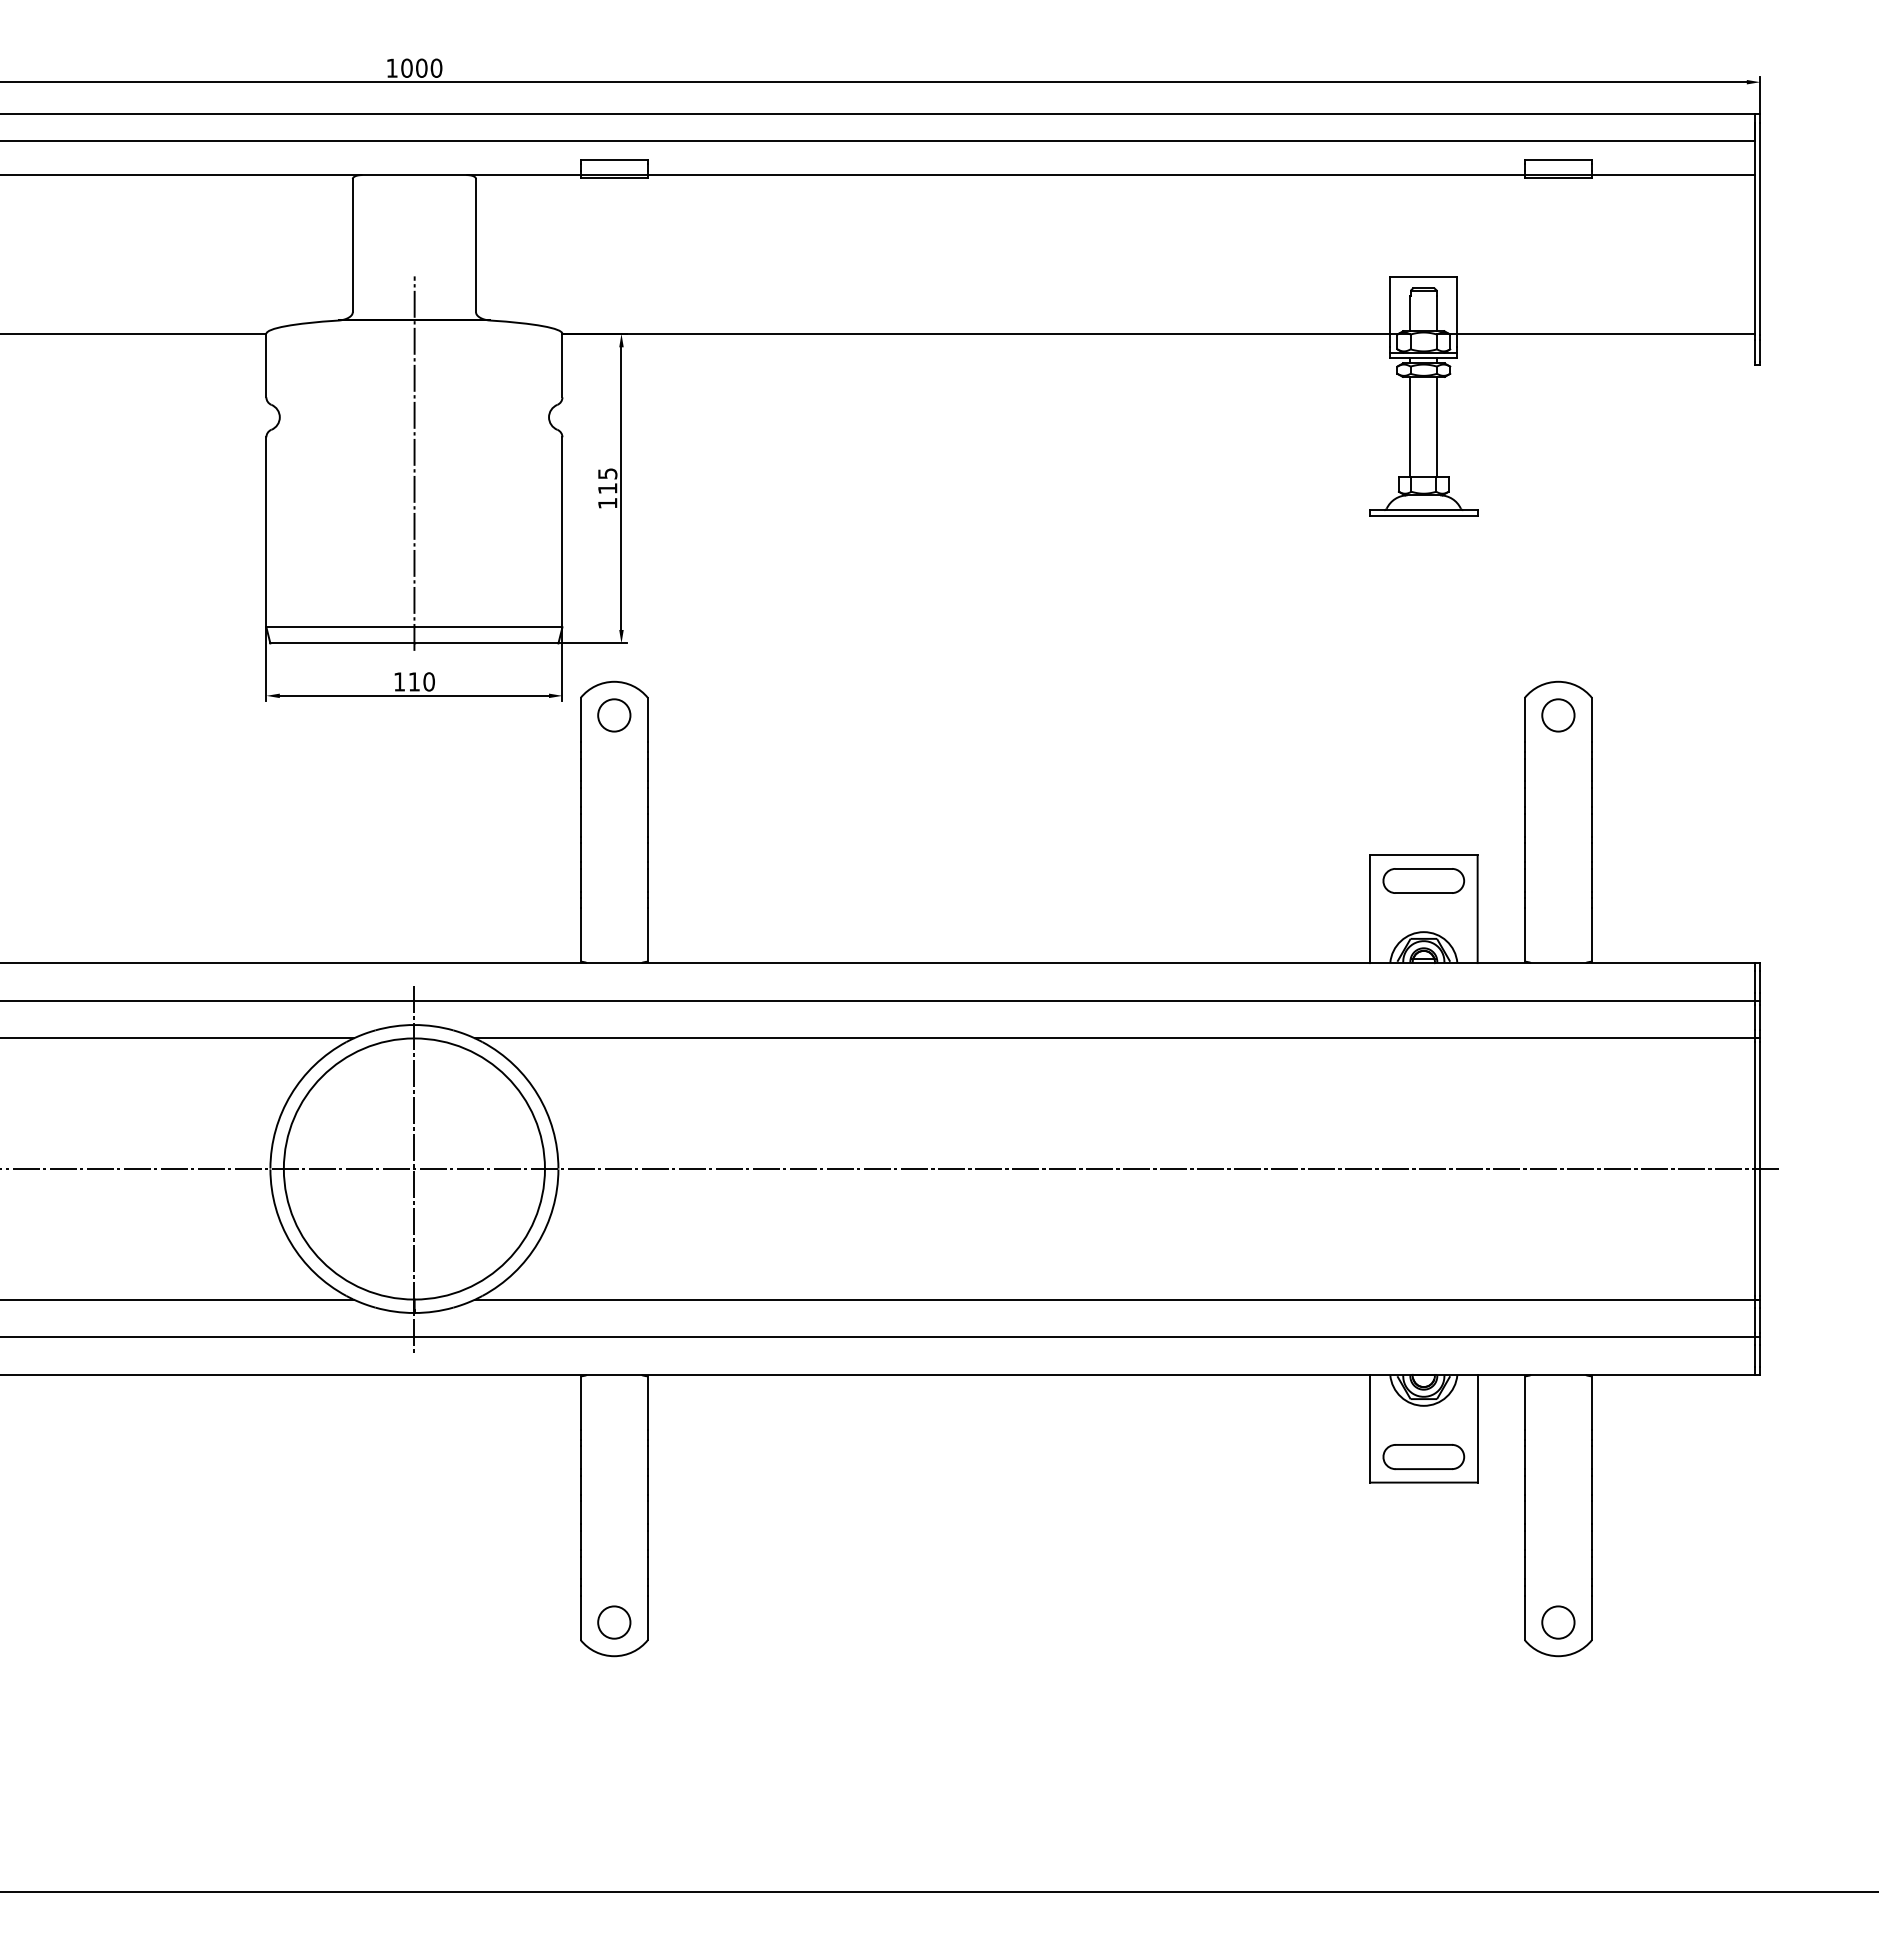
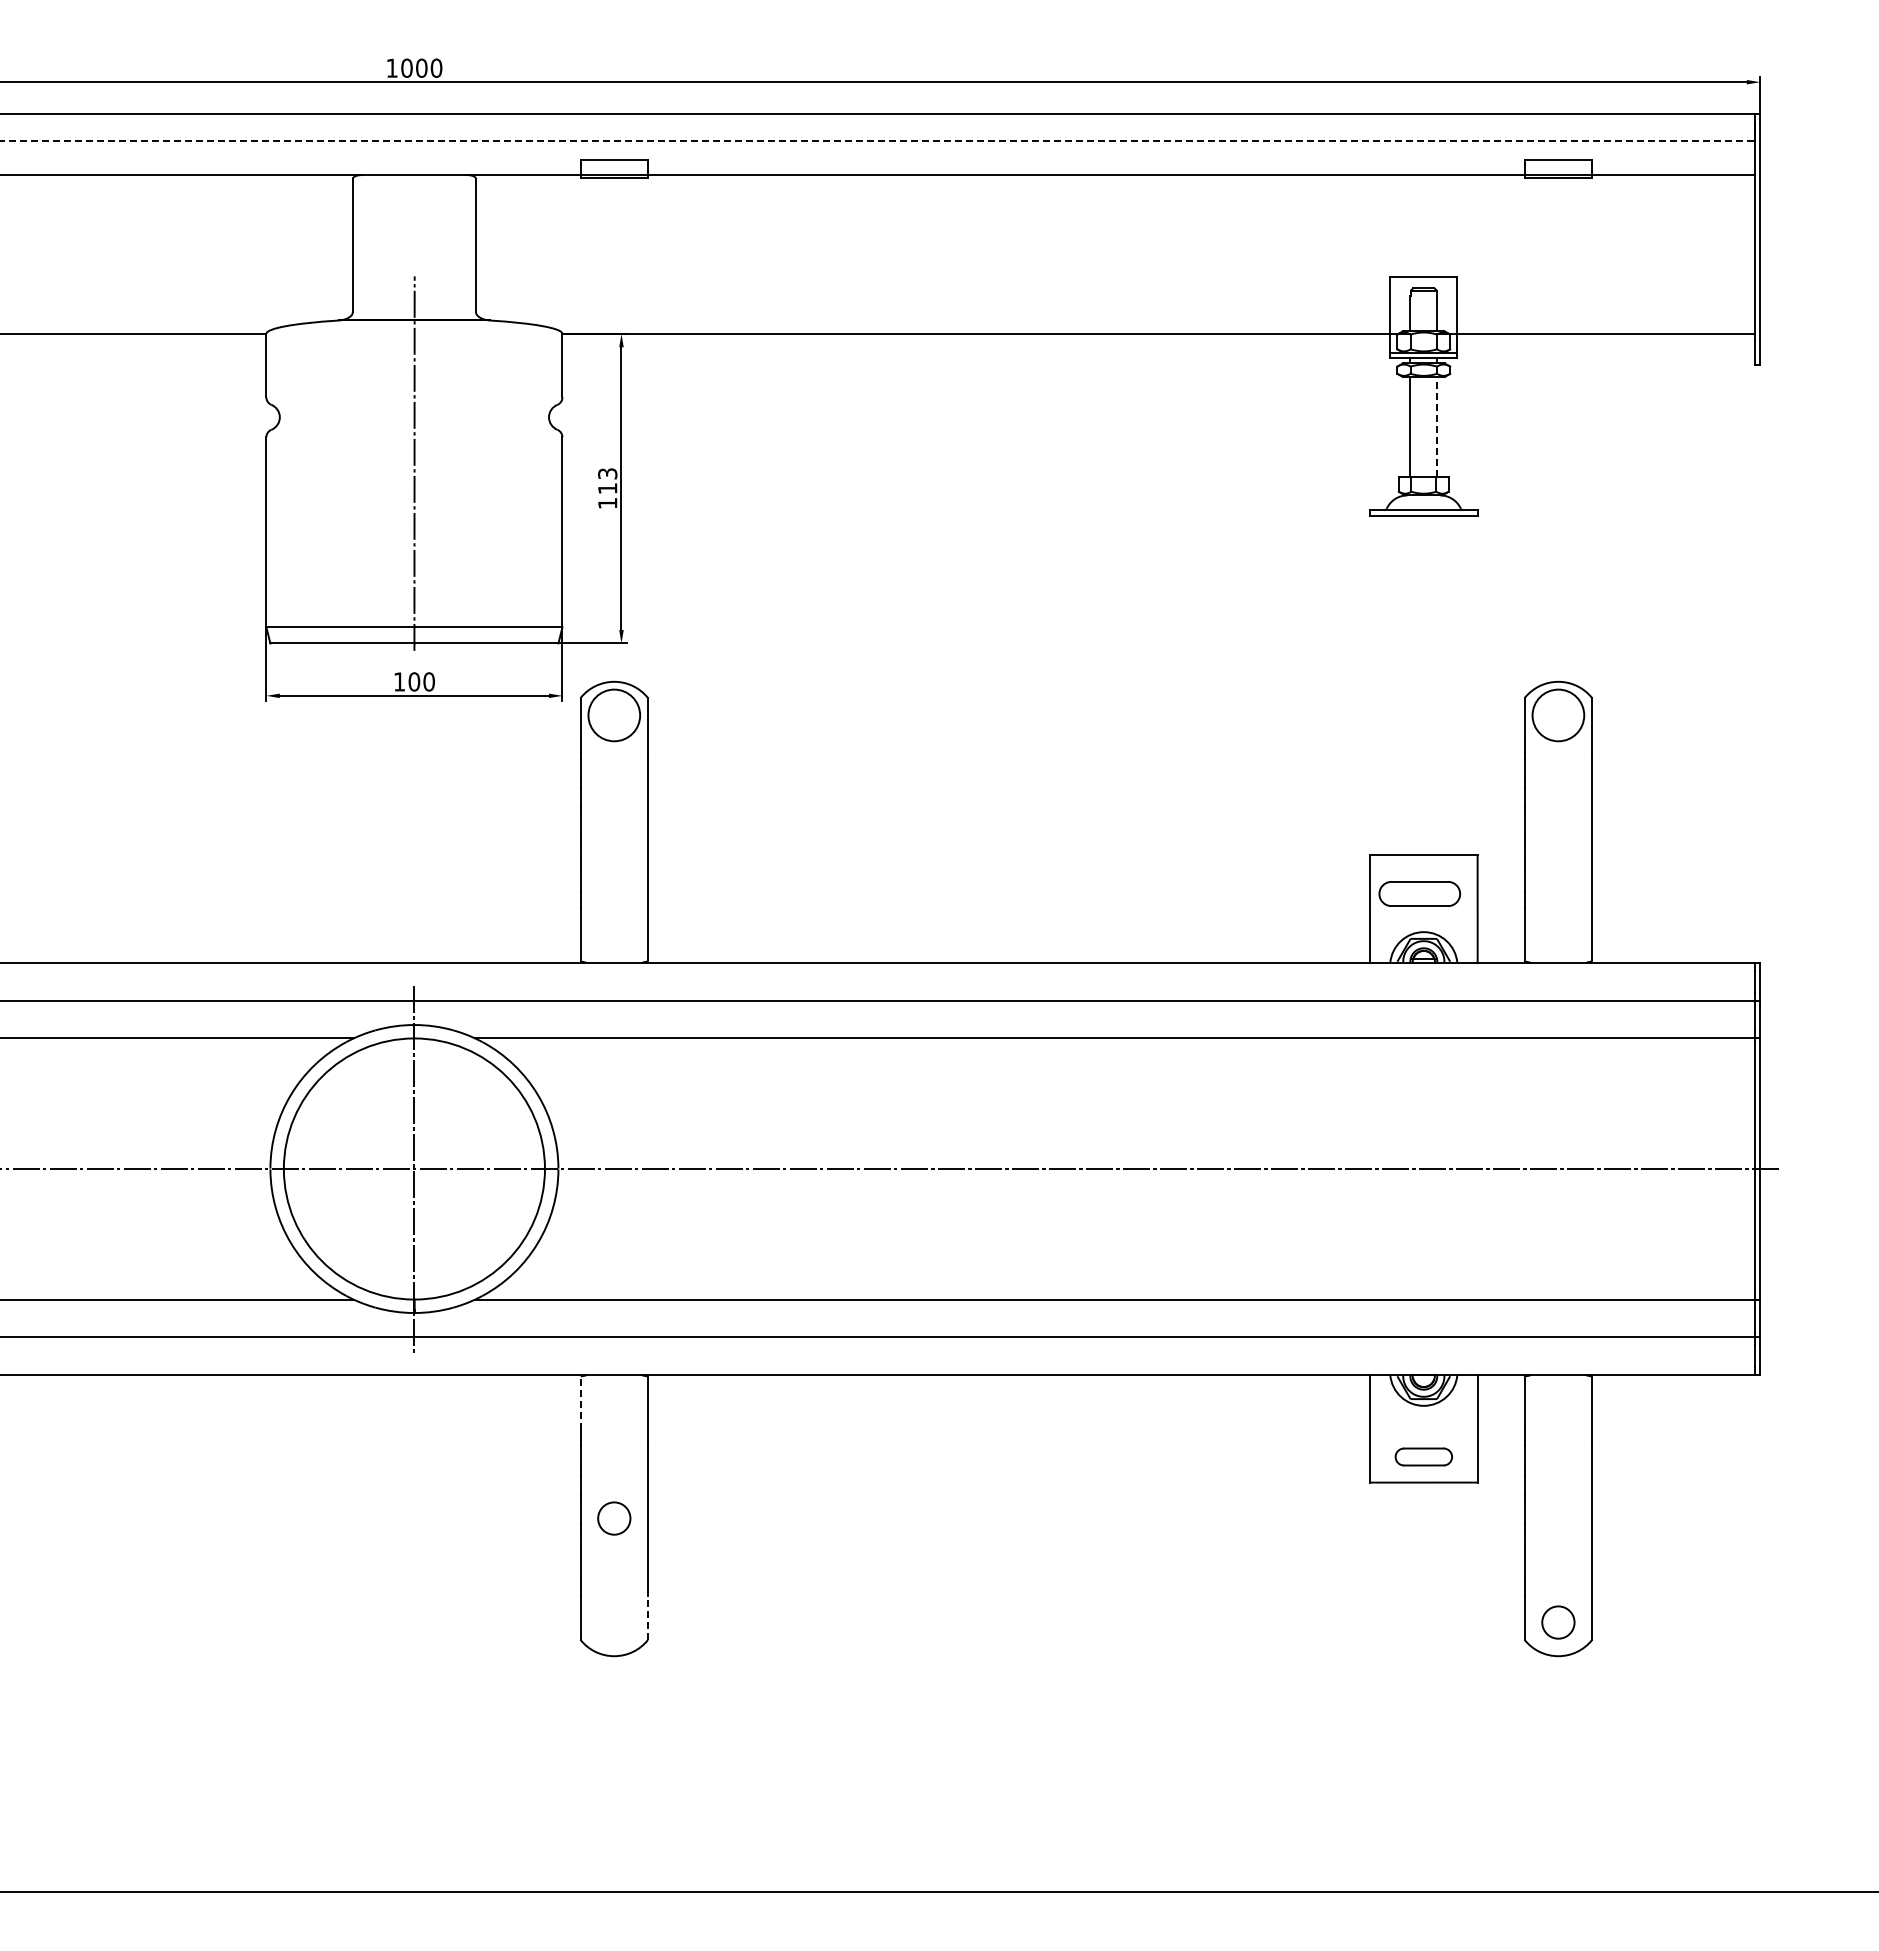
line at (877, 141): solid -> dashed
line at (1437, 426): solid -> dashed
text at (607, 473): 115 -> 113
text at (414, 681): 110 -> 100
circle at (614, 715) diameter: 32 px -> 52 px
circle at (1558, 715) diameter: 32 px -> 52 px
part at (1423, 880) position: (1423, 880) -> (1419, 893)
line at (580, 1403): solid -> dashed
part at (1423, 1456) size: 84x28 px -> 59x20 px
line at (647, 1617): solid -> dashed
circle at (614, 1622) position: (614, 1622) -> (614, 1518)
